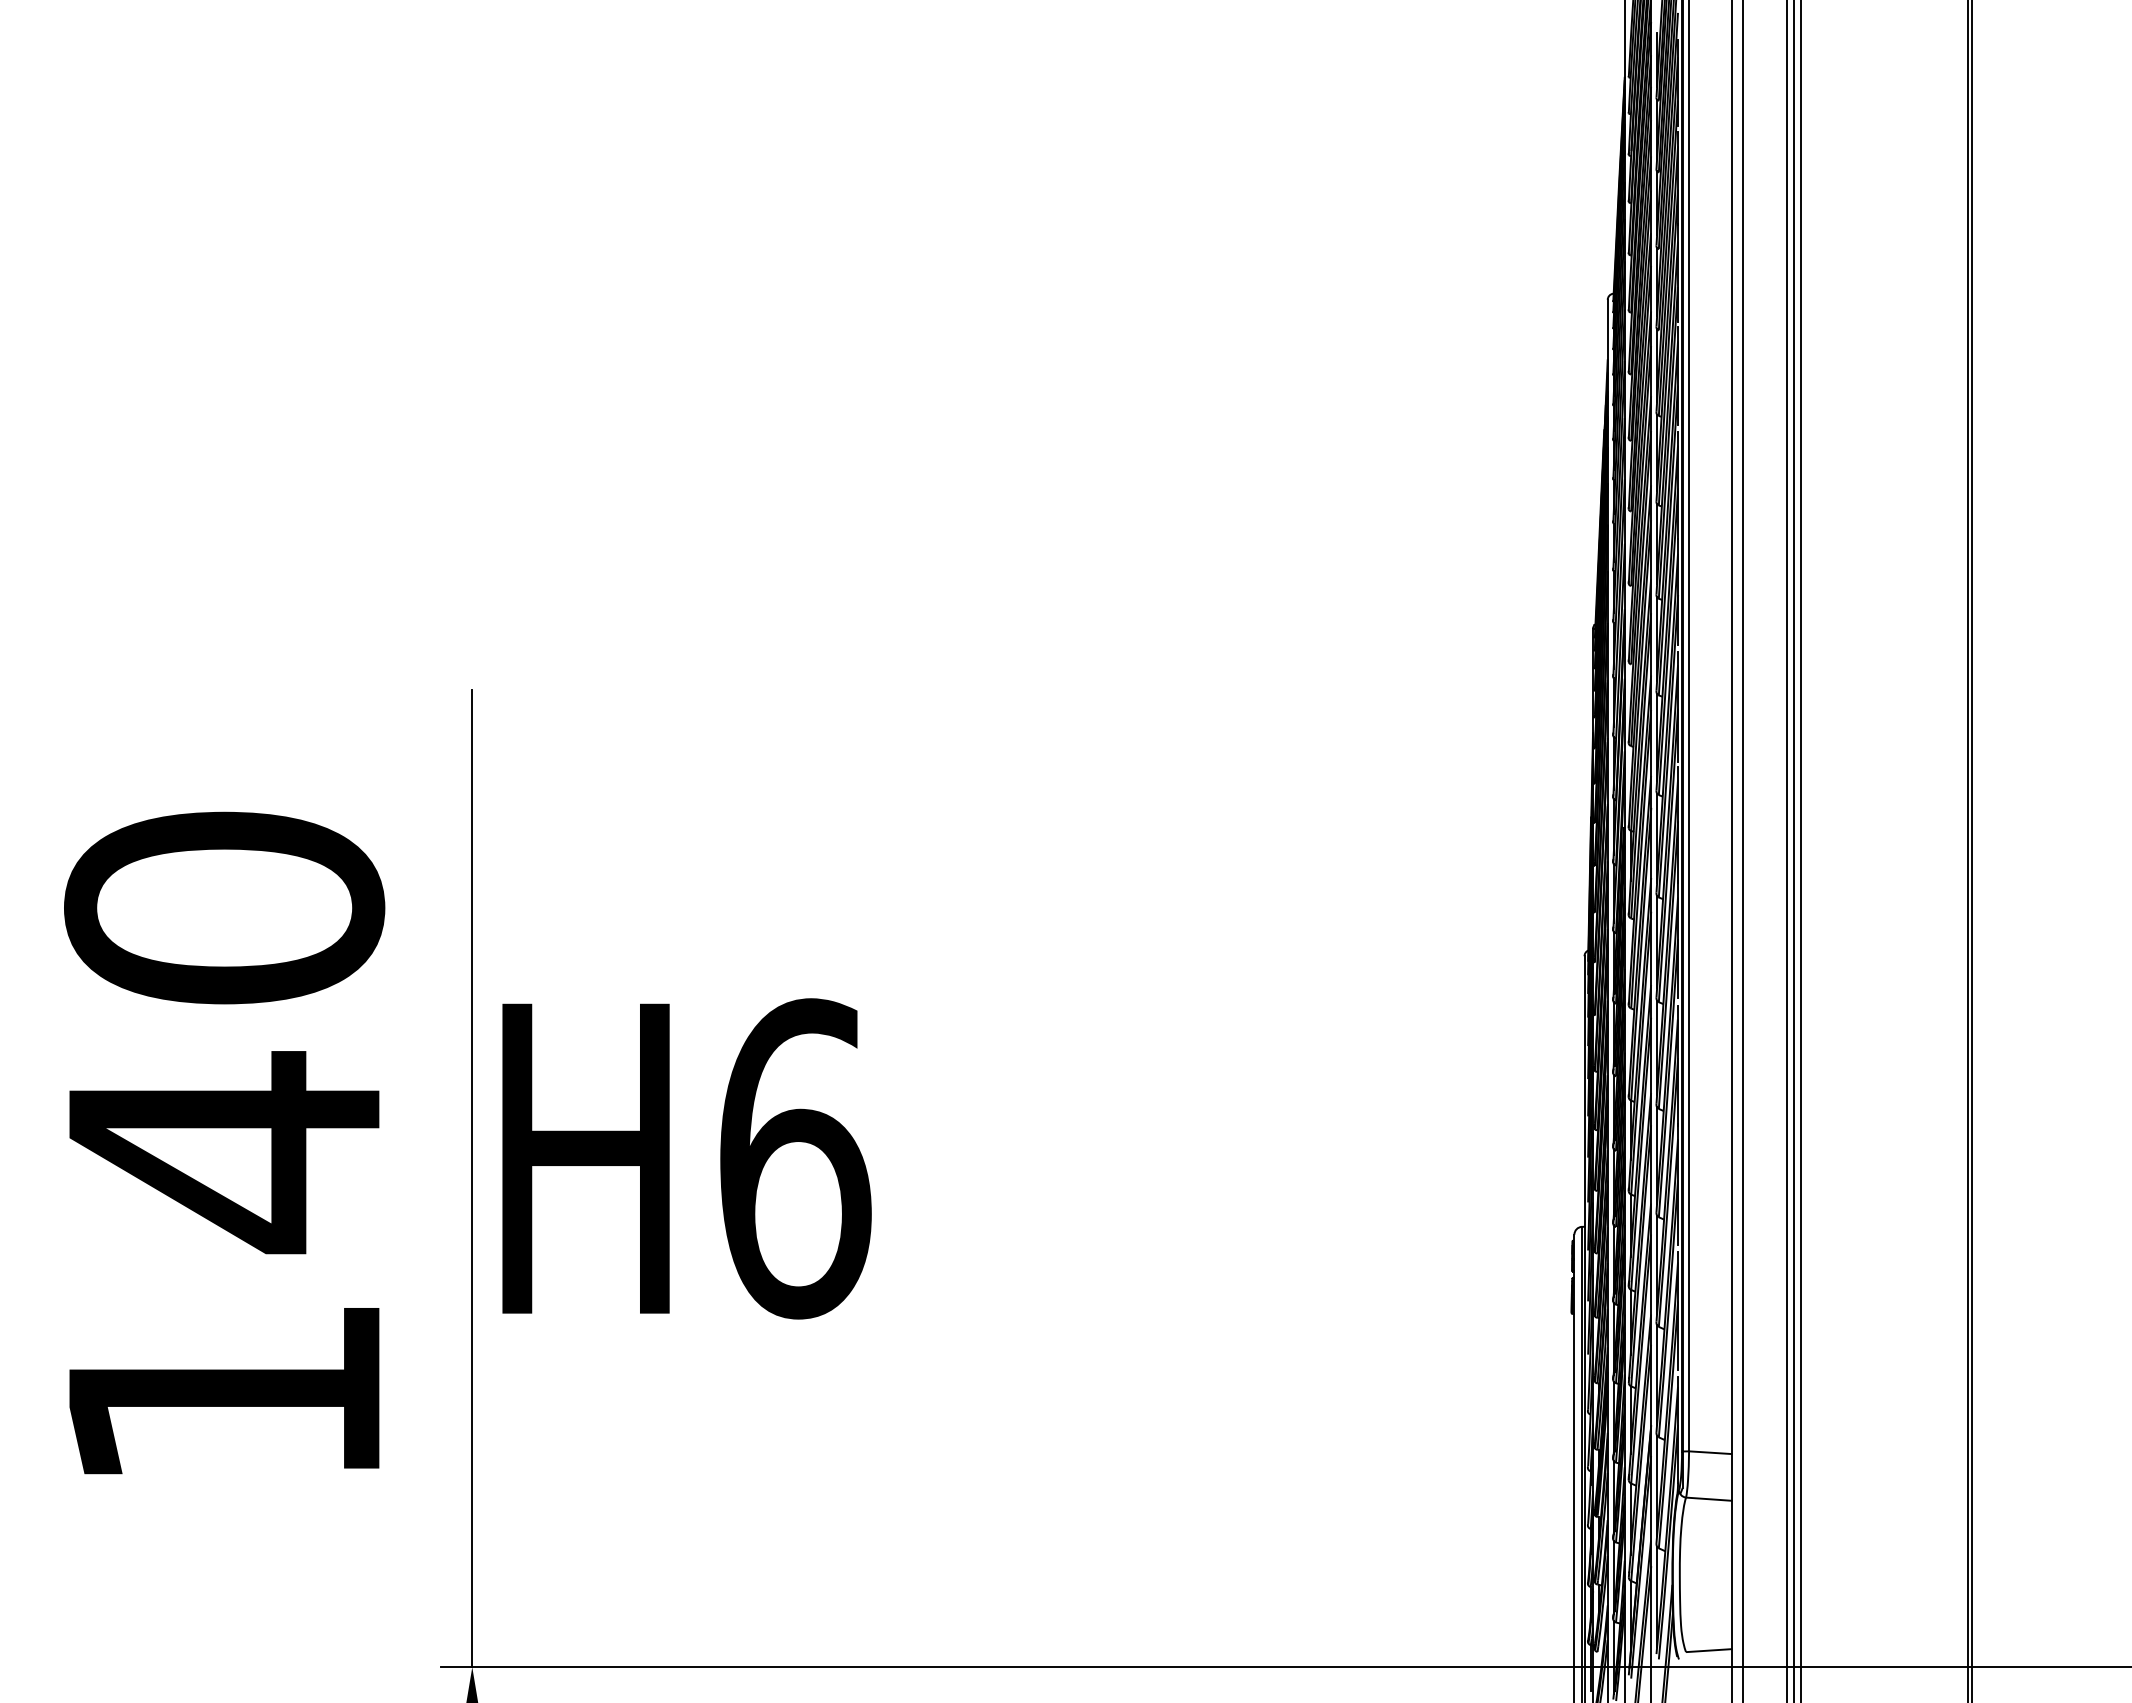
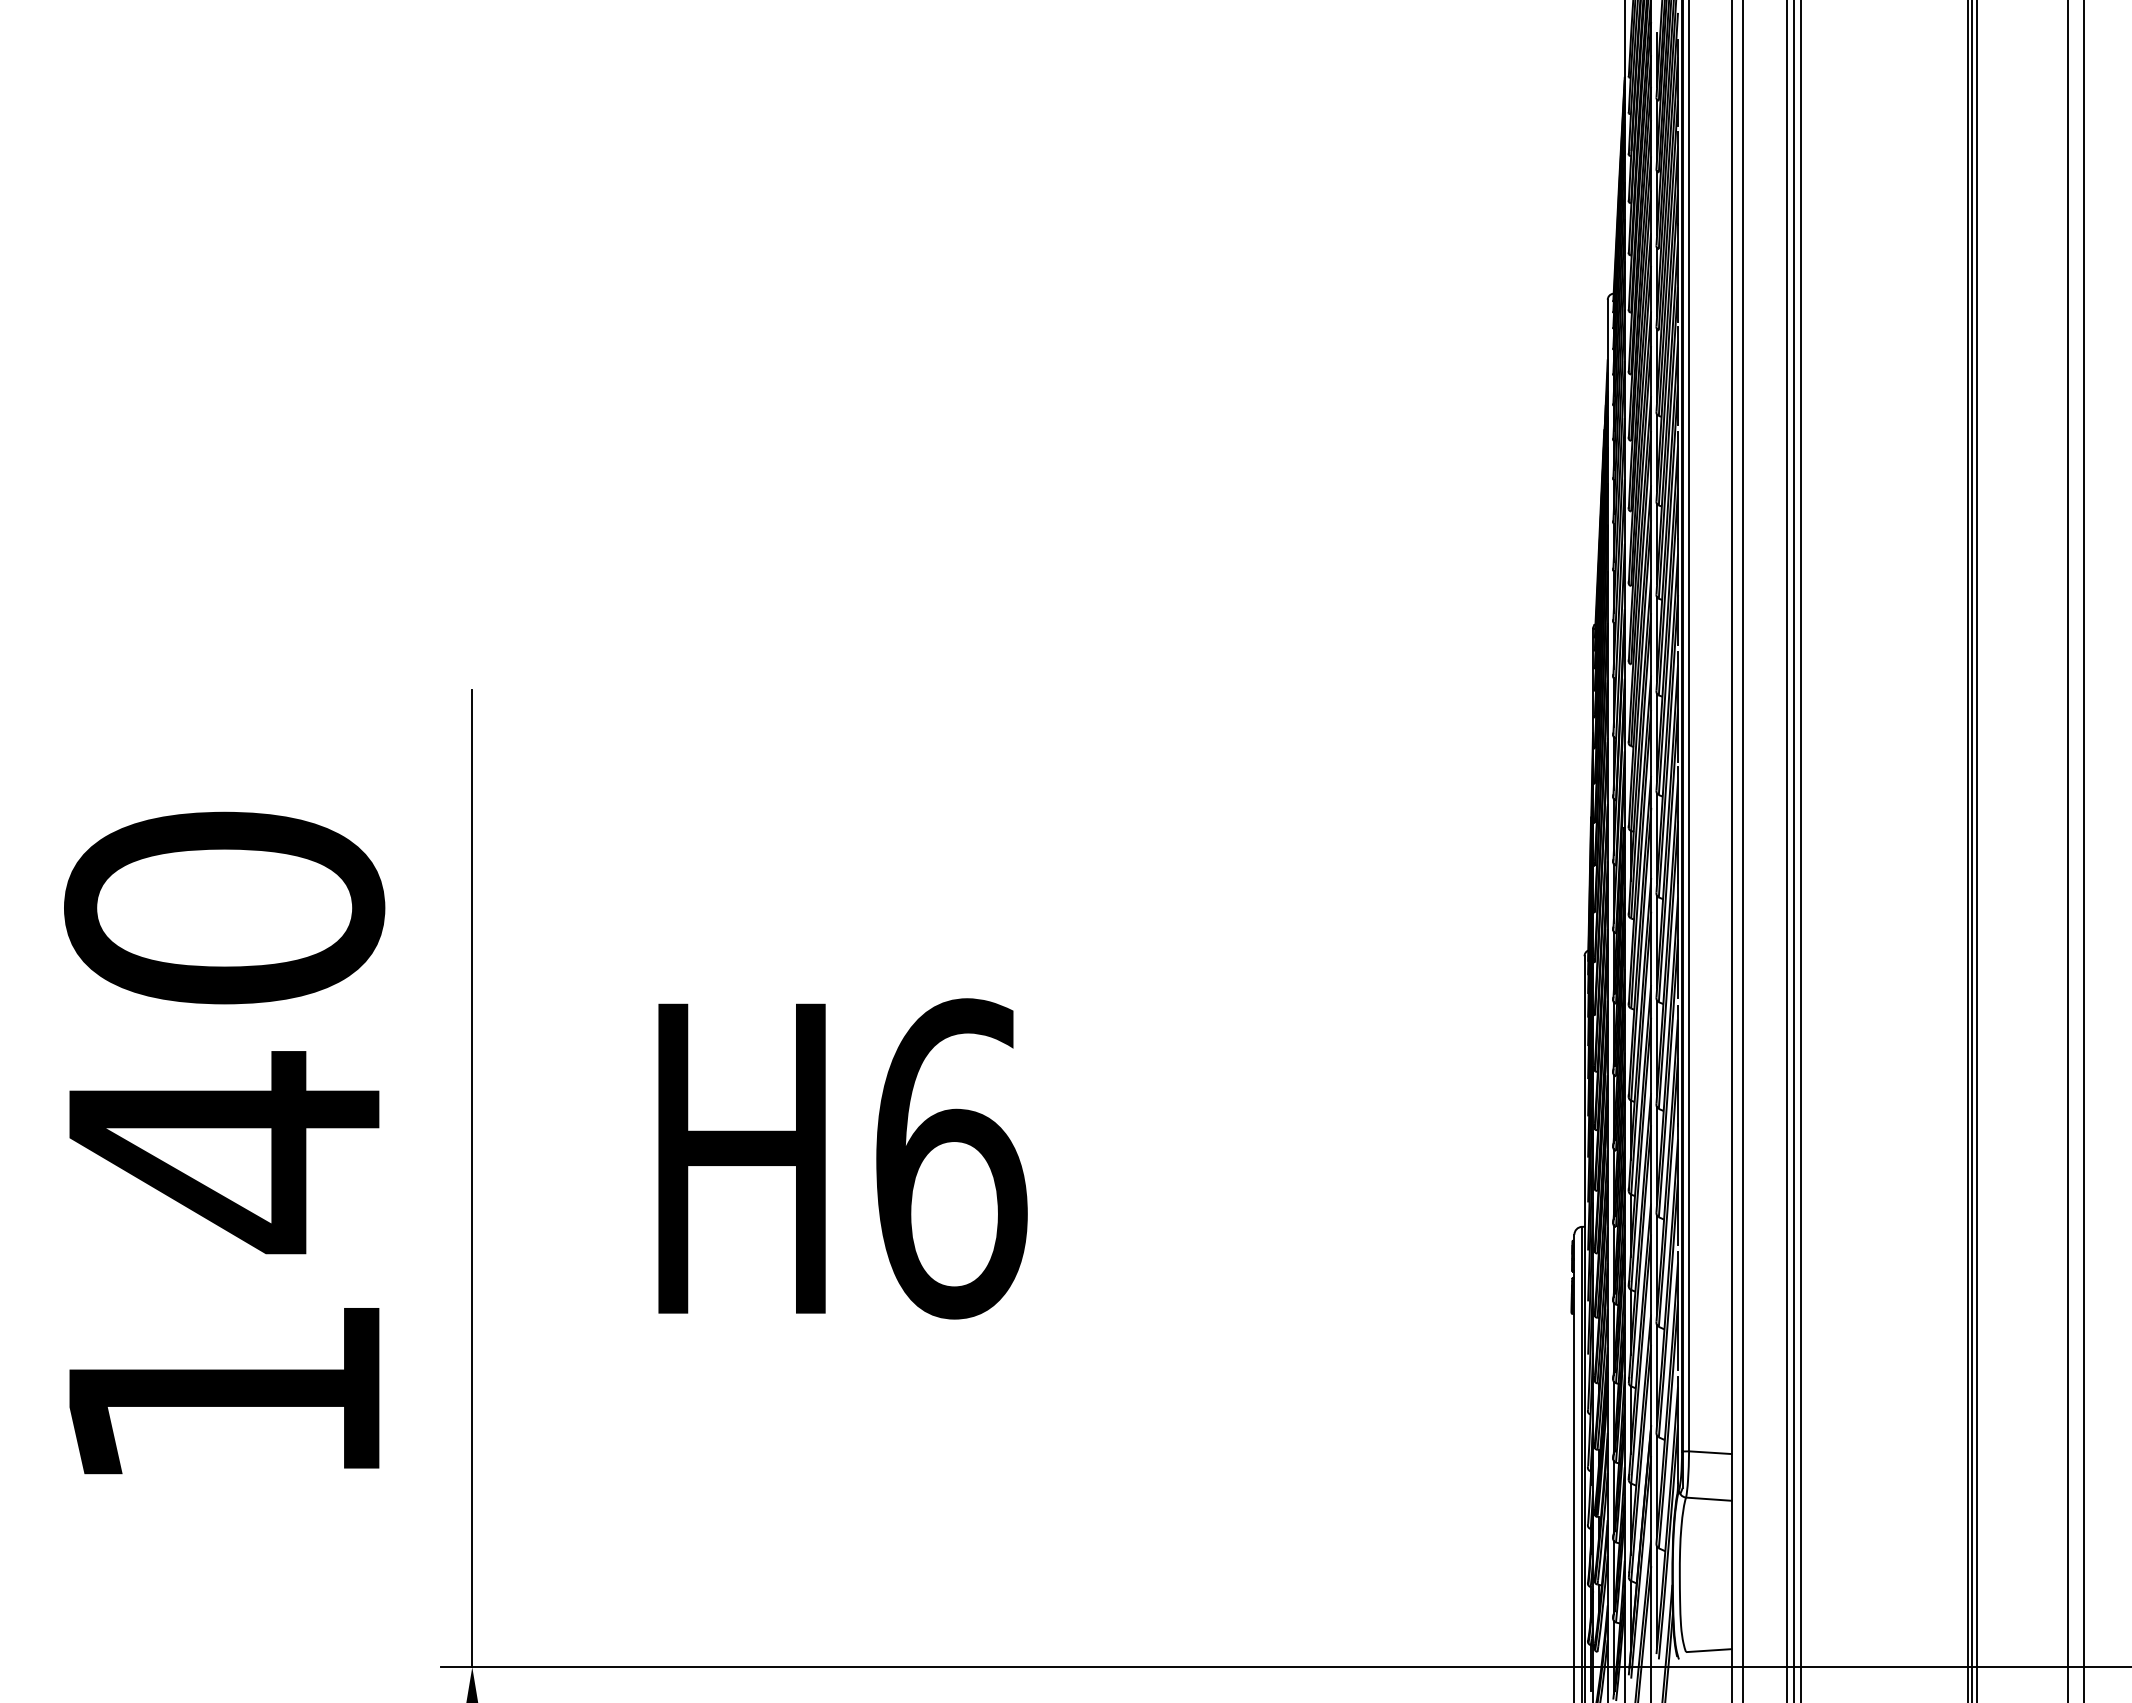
line at (1976, 850): none -> present
line at (2068, 850): none -> present
line at (2083, 850): none -> present
text at (686, 1158) position: (686, 1158) -> (842, 1158)
